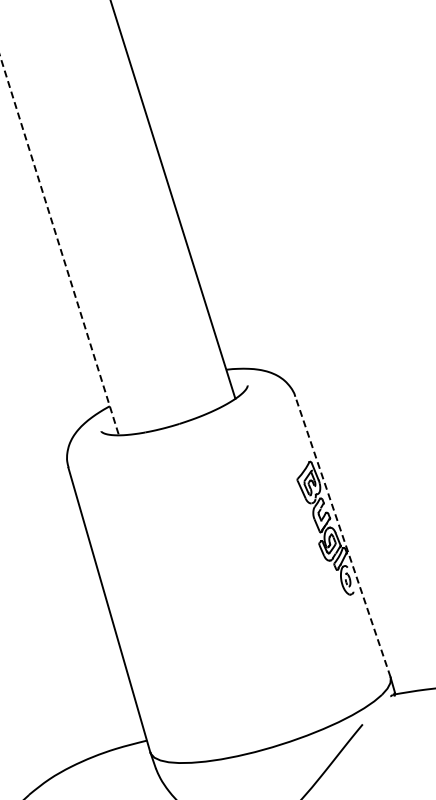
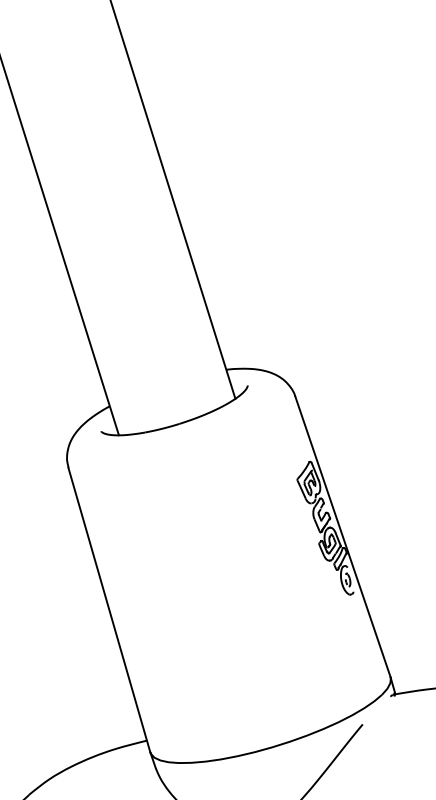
line at (59, 245): dashed -> solid
line at (342, 536): dashed -> solid
